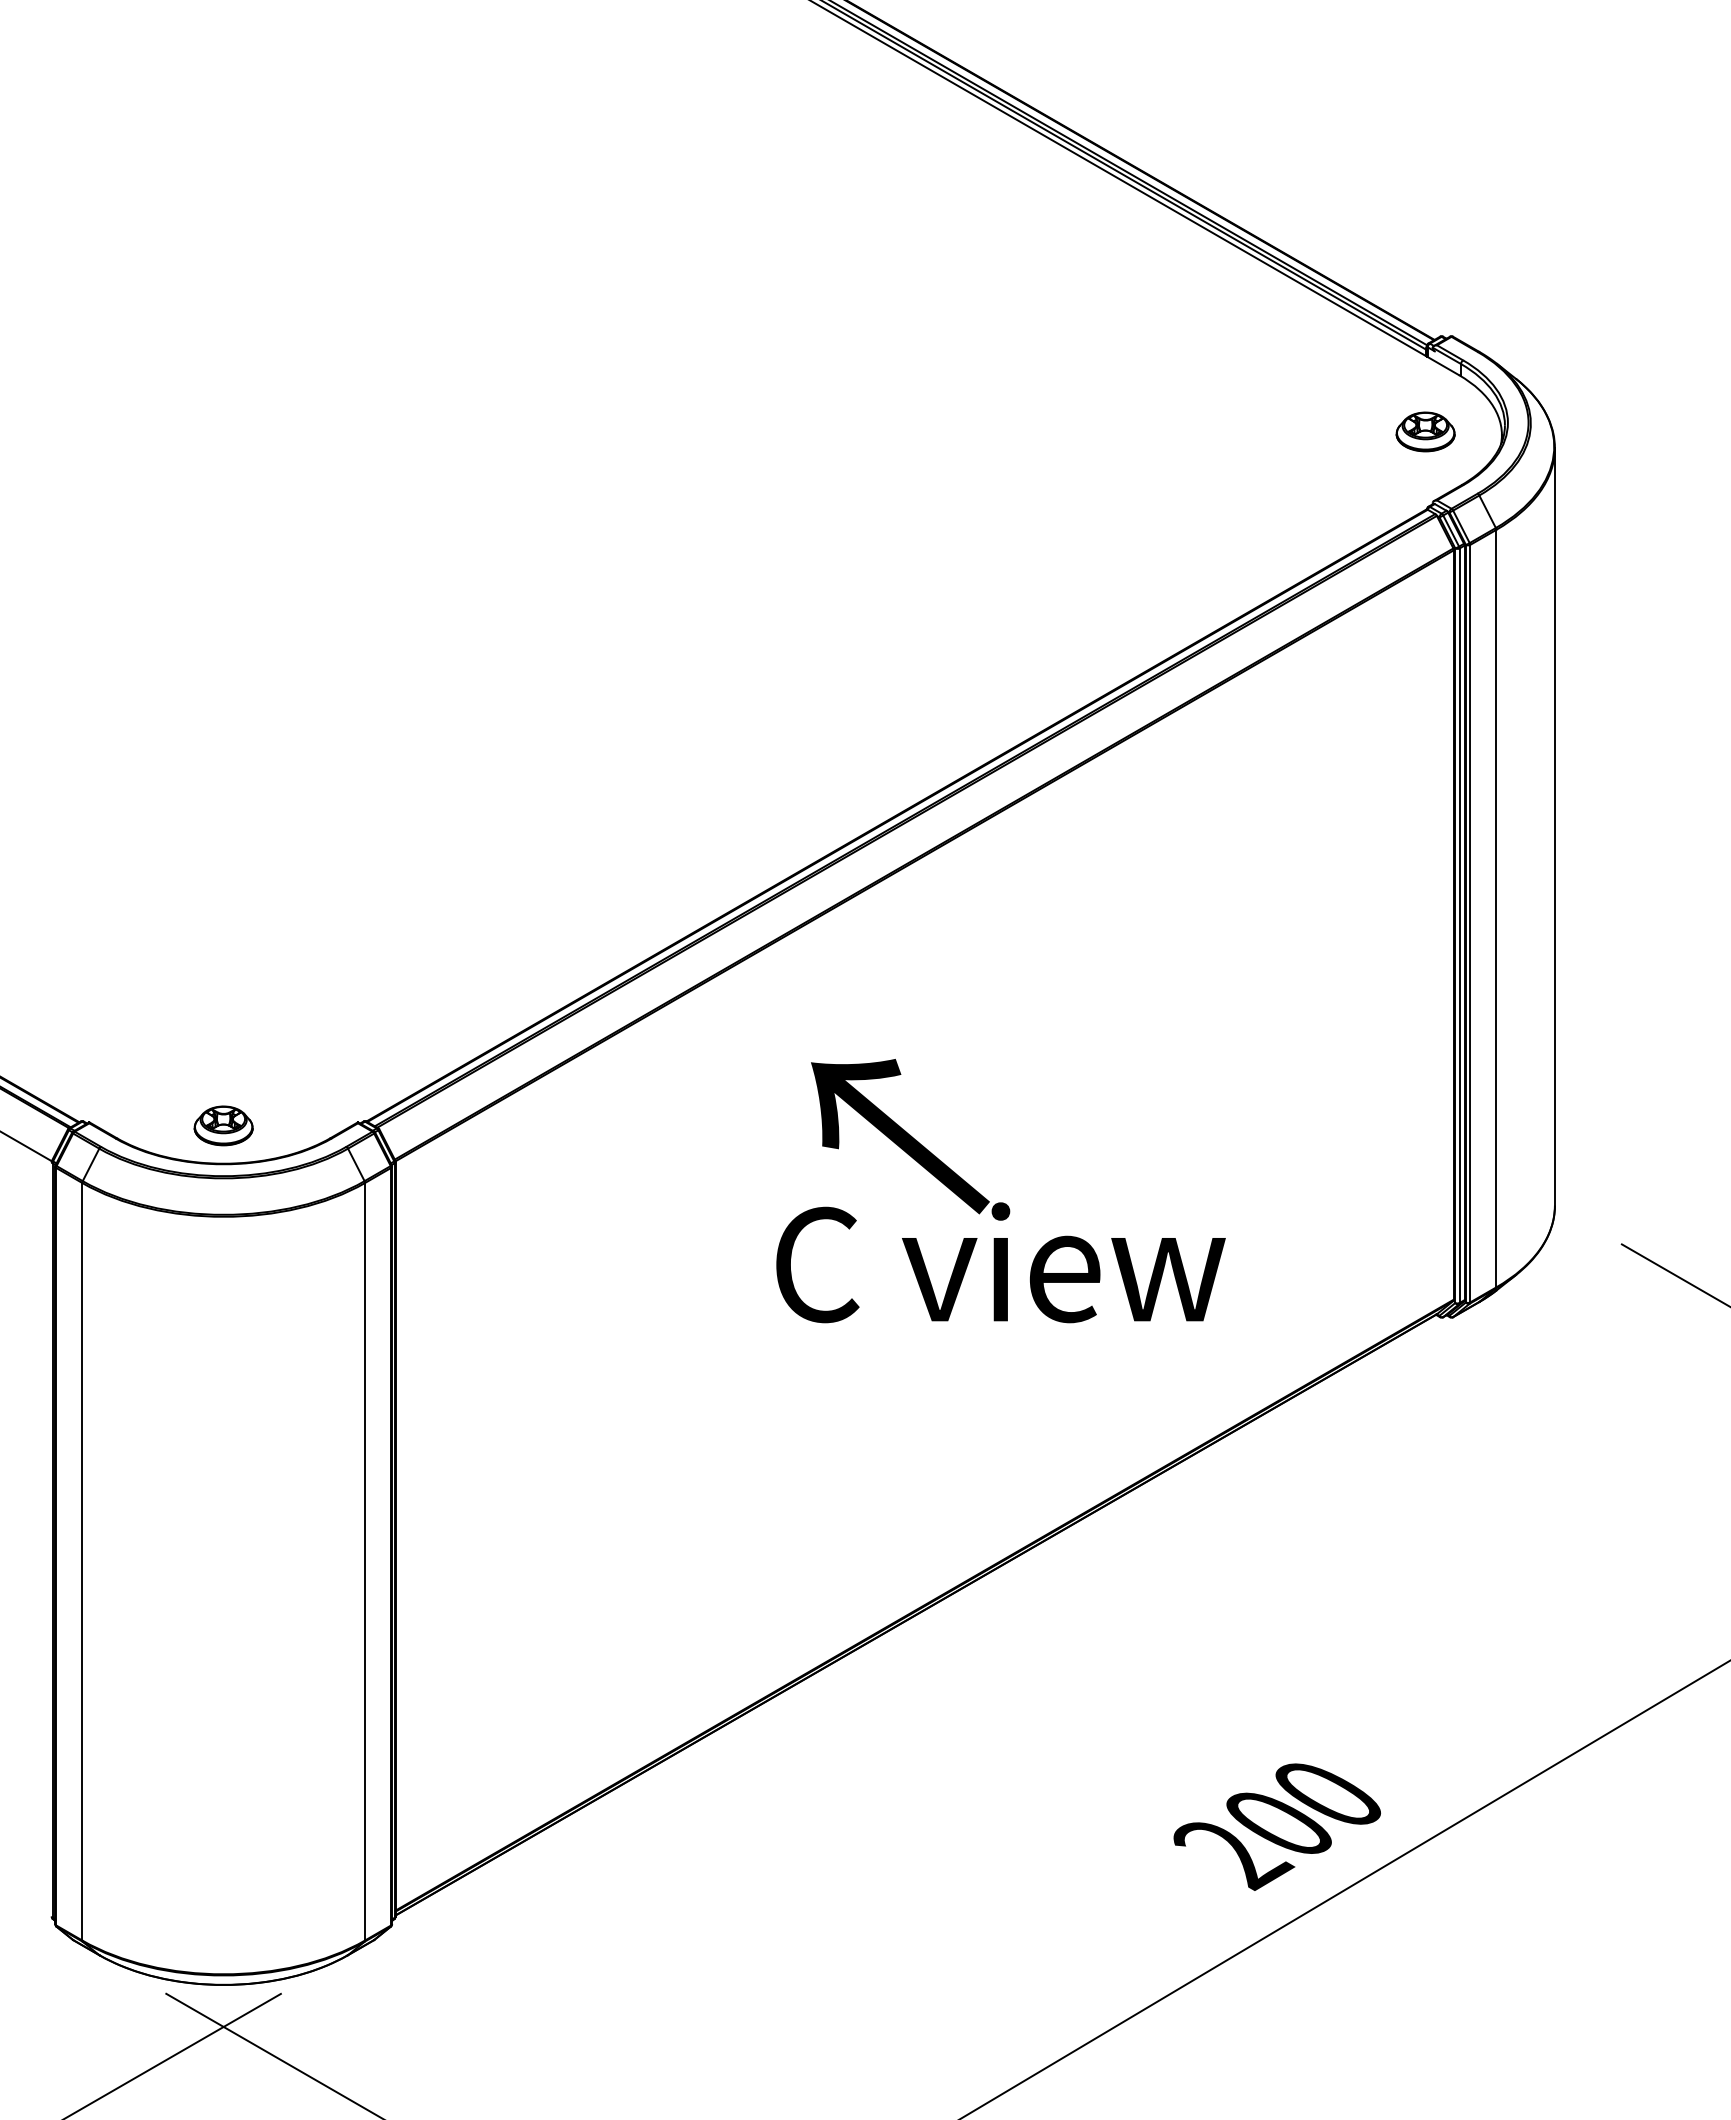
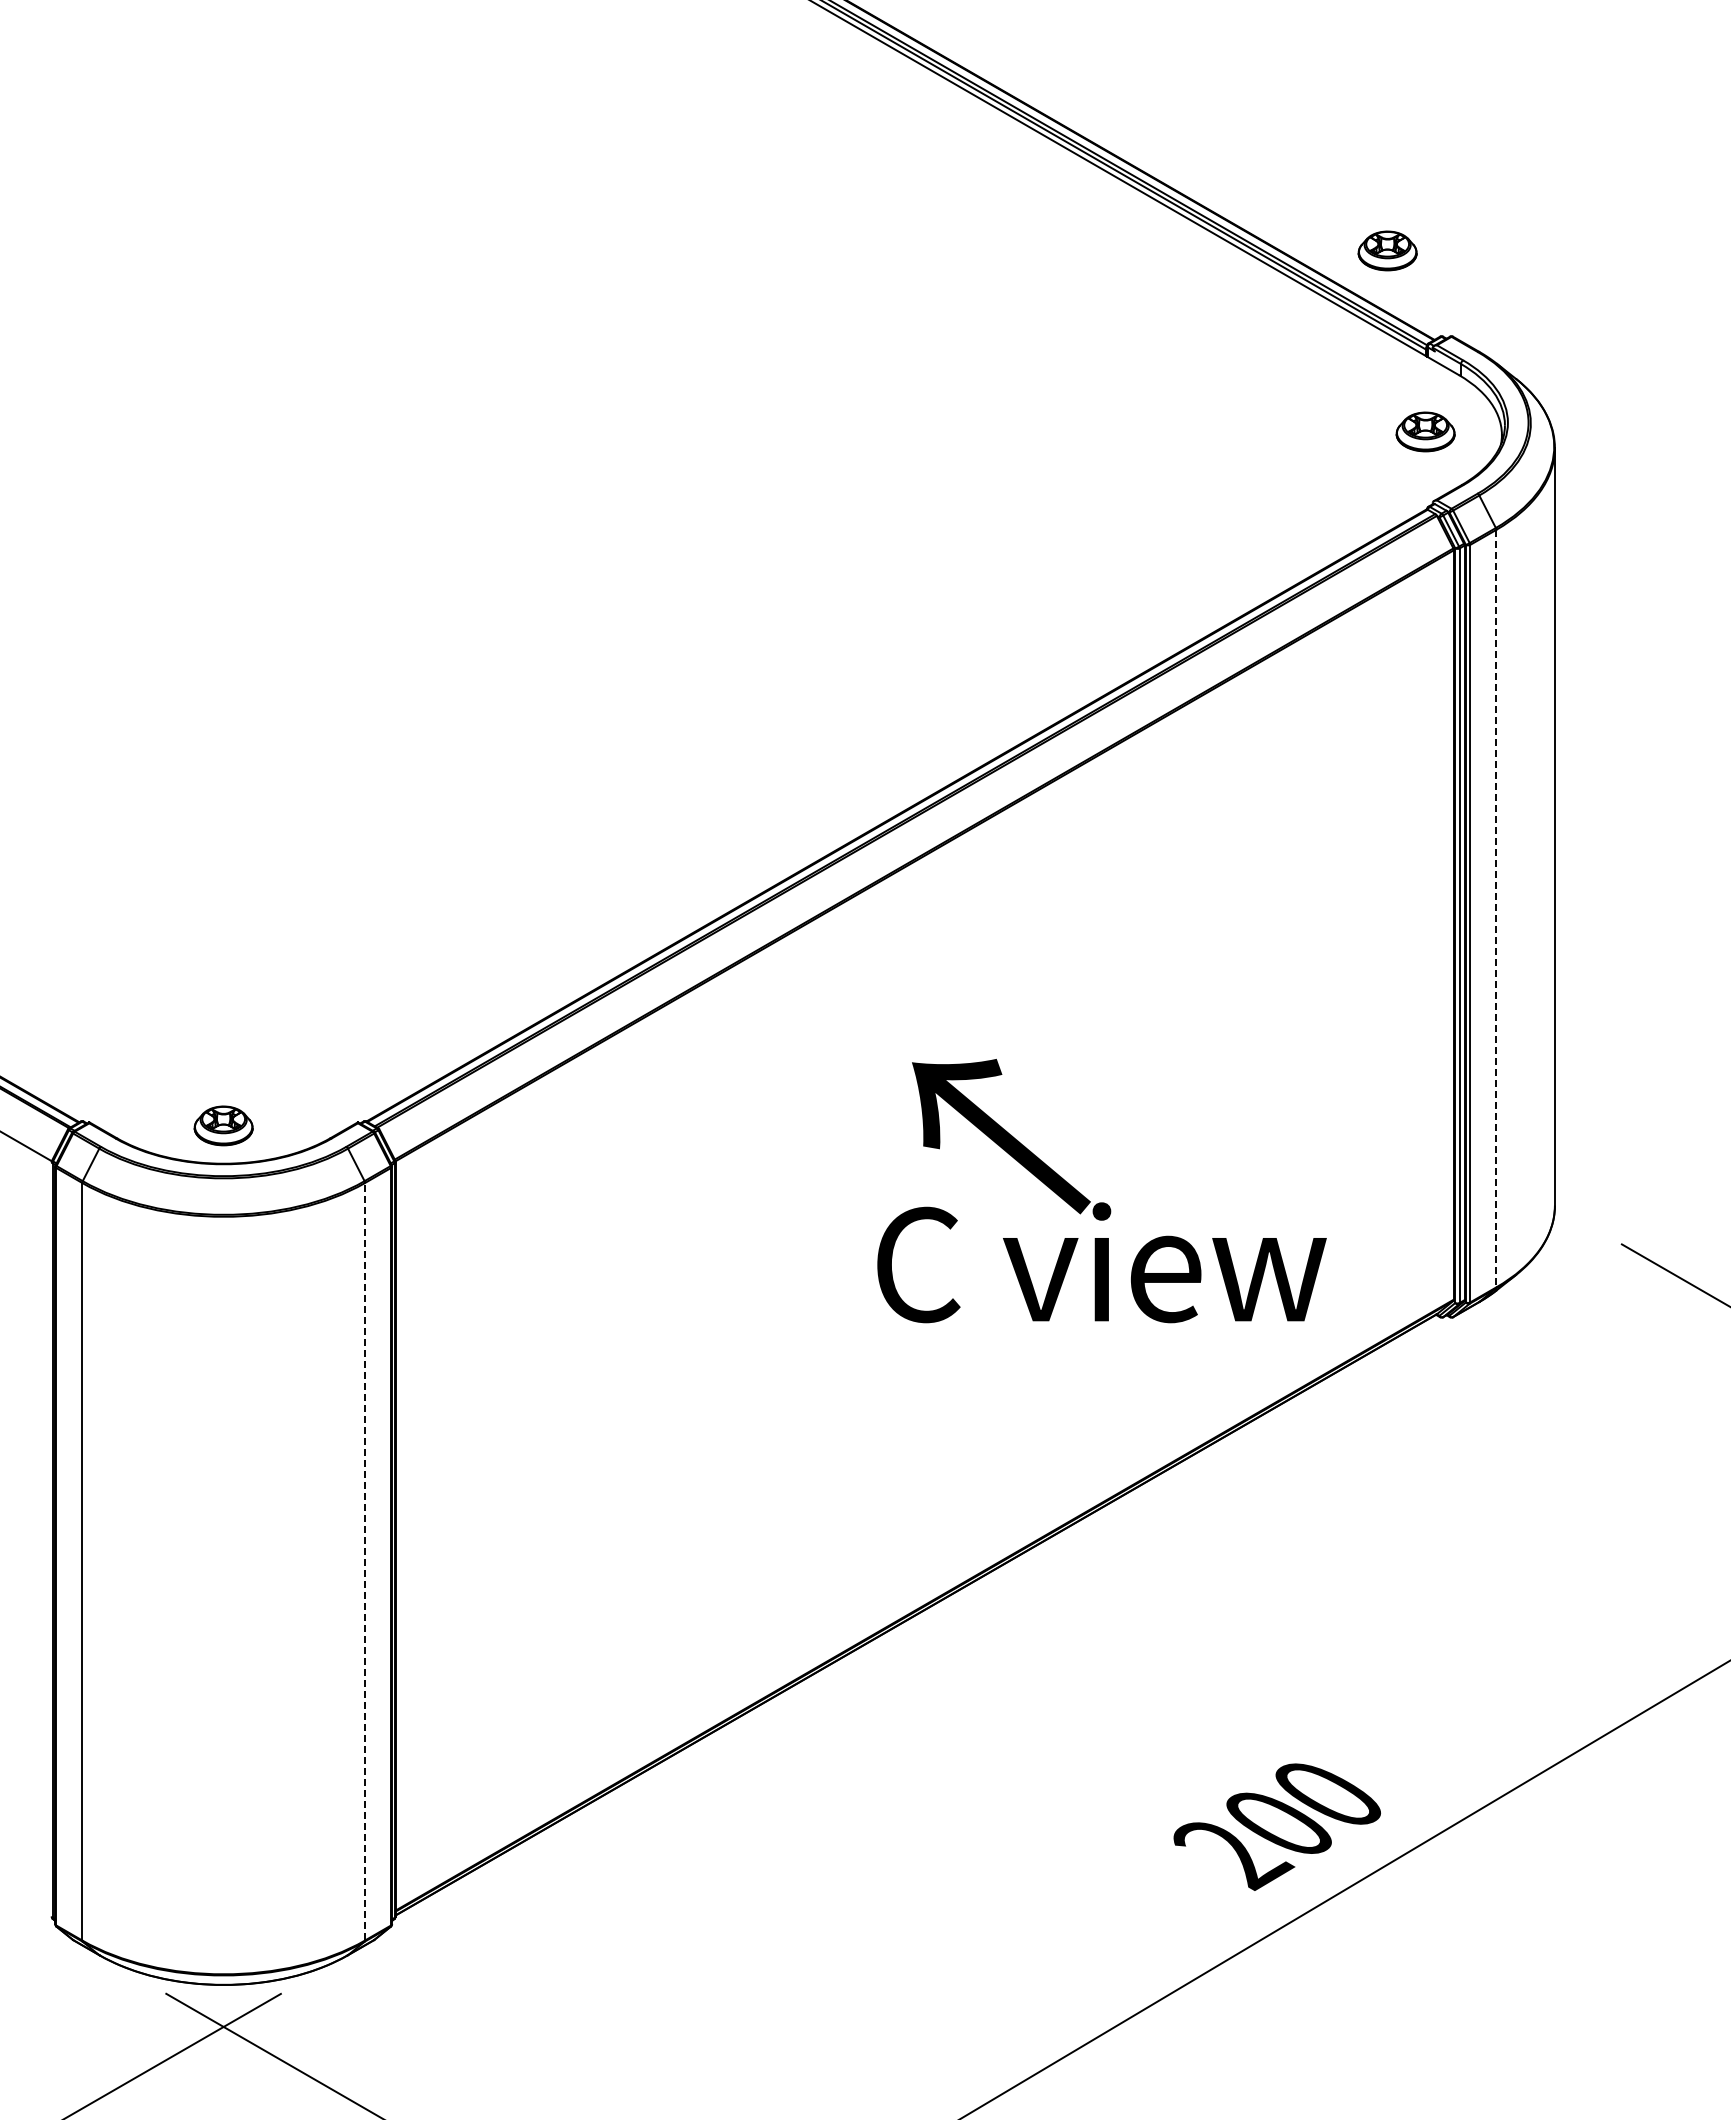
part at (1387, 250): none -> present
line at (1496, 908): solid -> dashed
text at (1000, 1191) position: (1000, 1191) -> (1101, 1191)
line at (365, 1561): solid -> dashed
